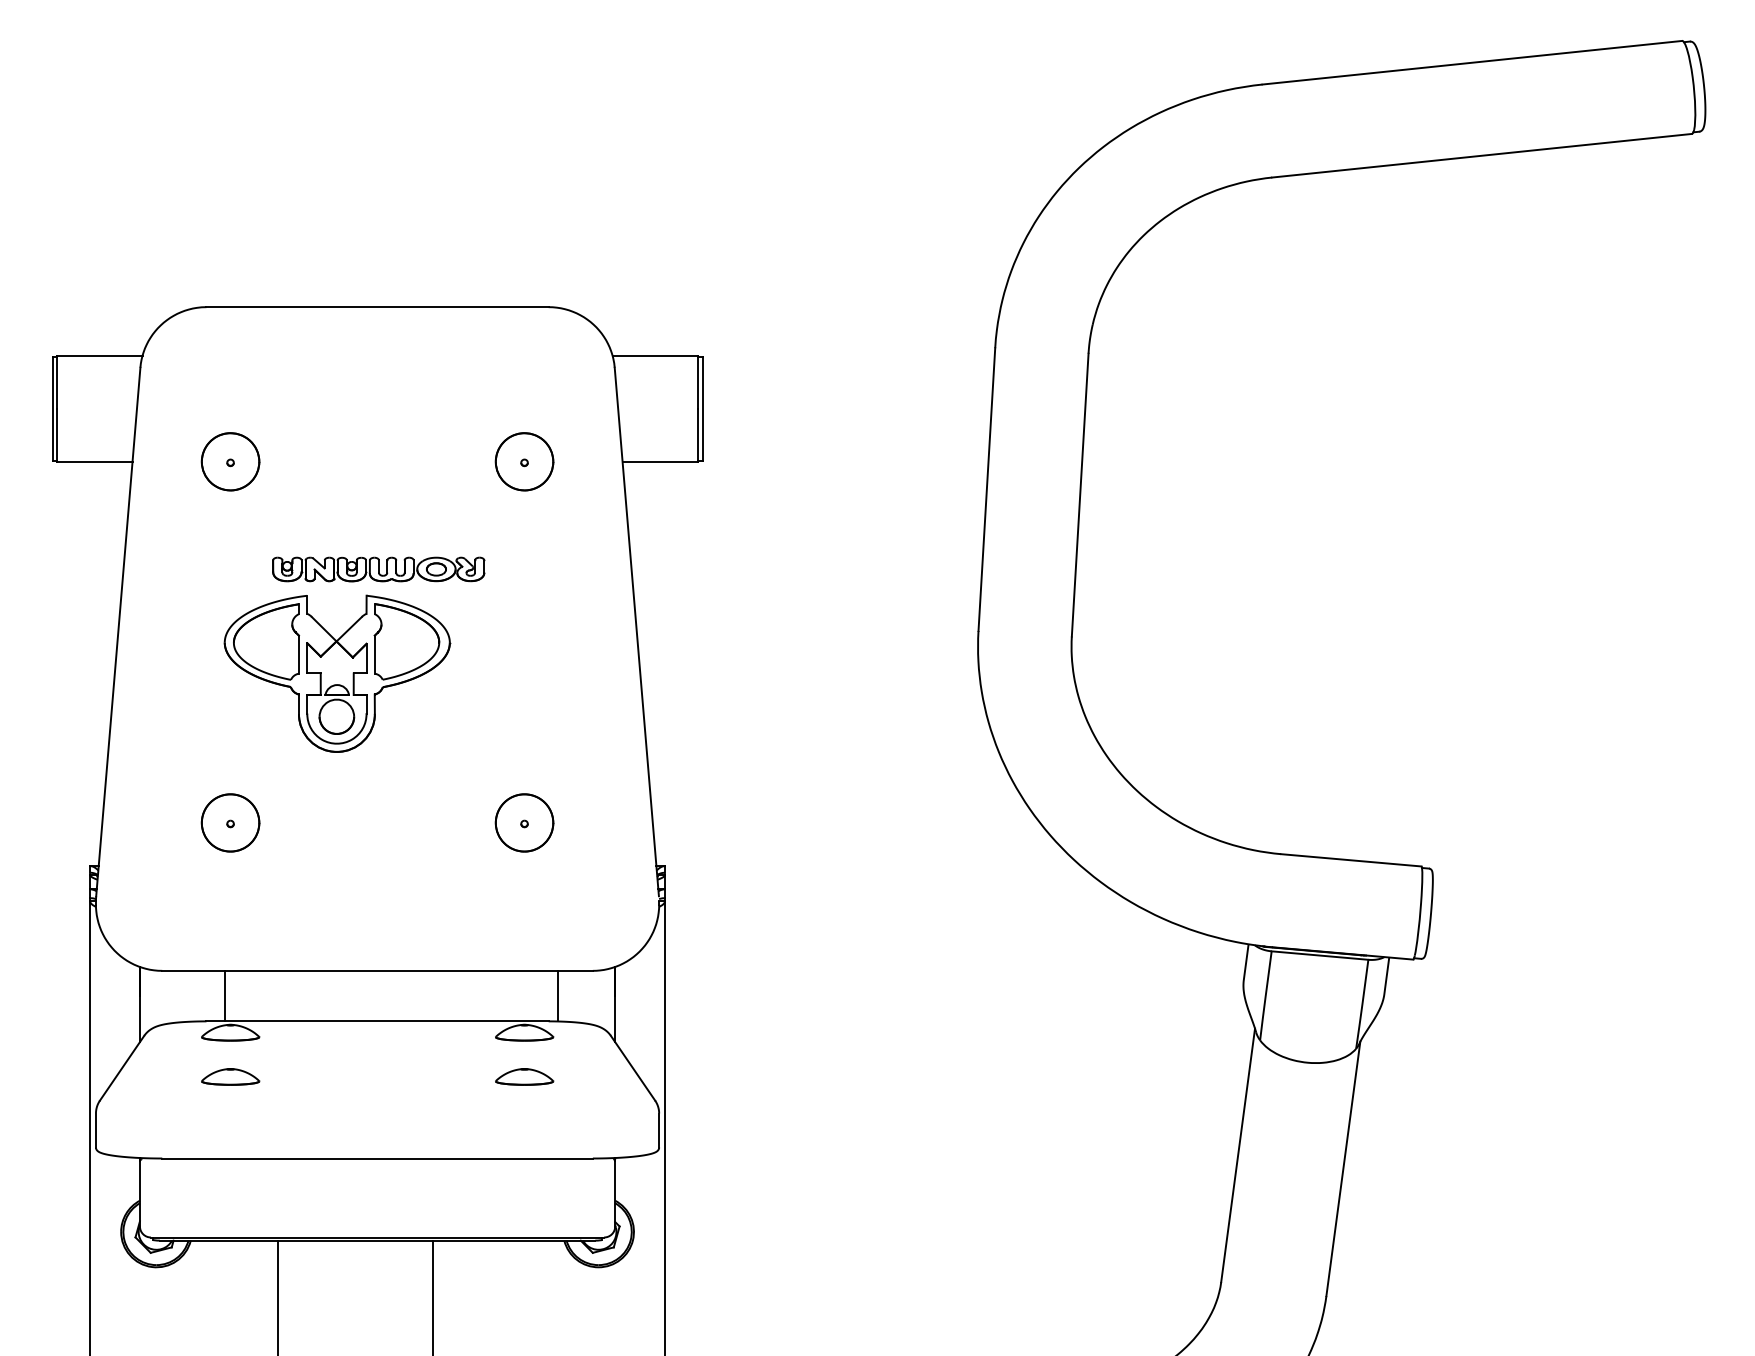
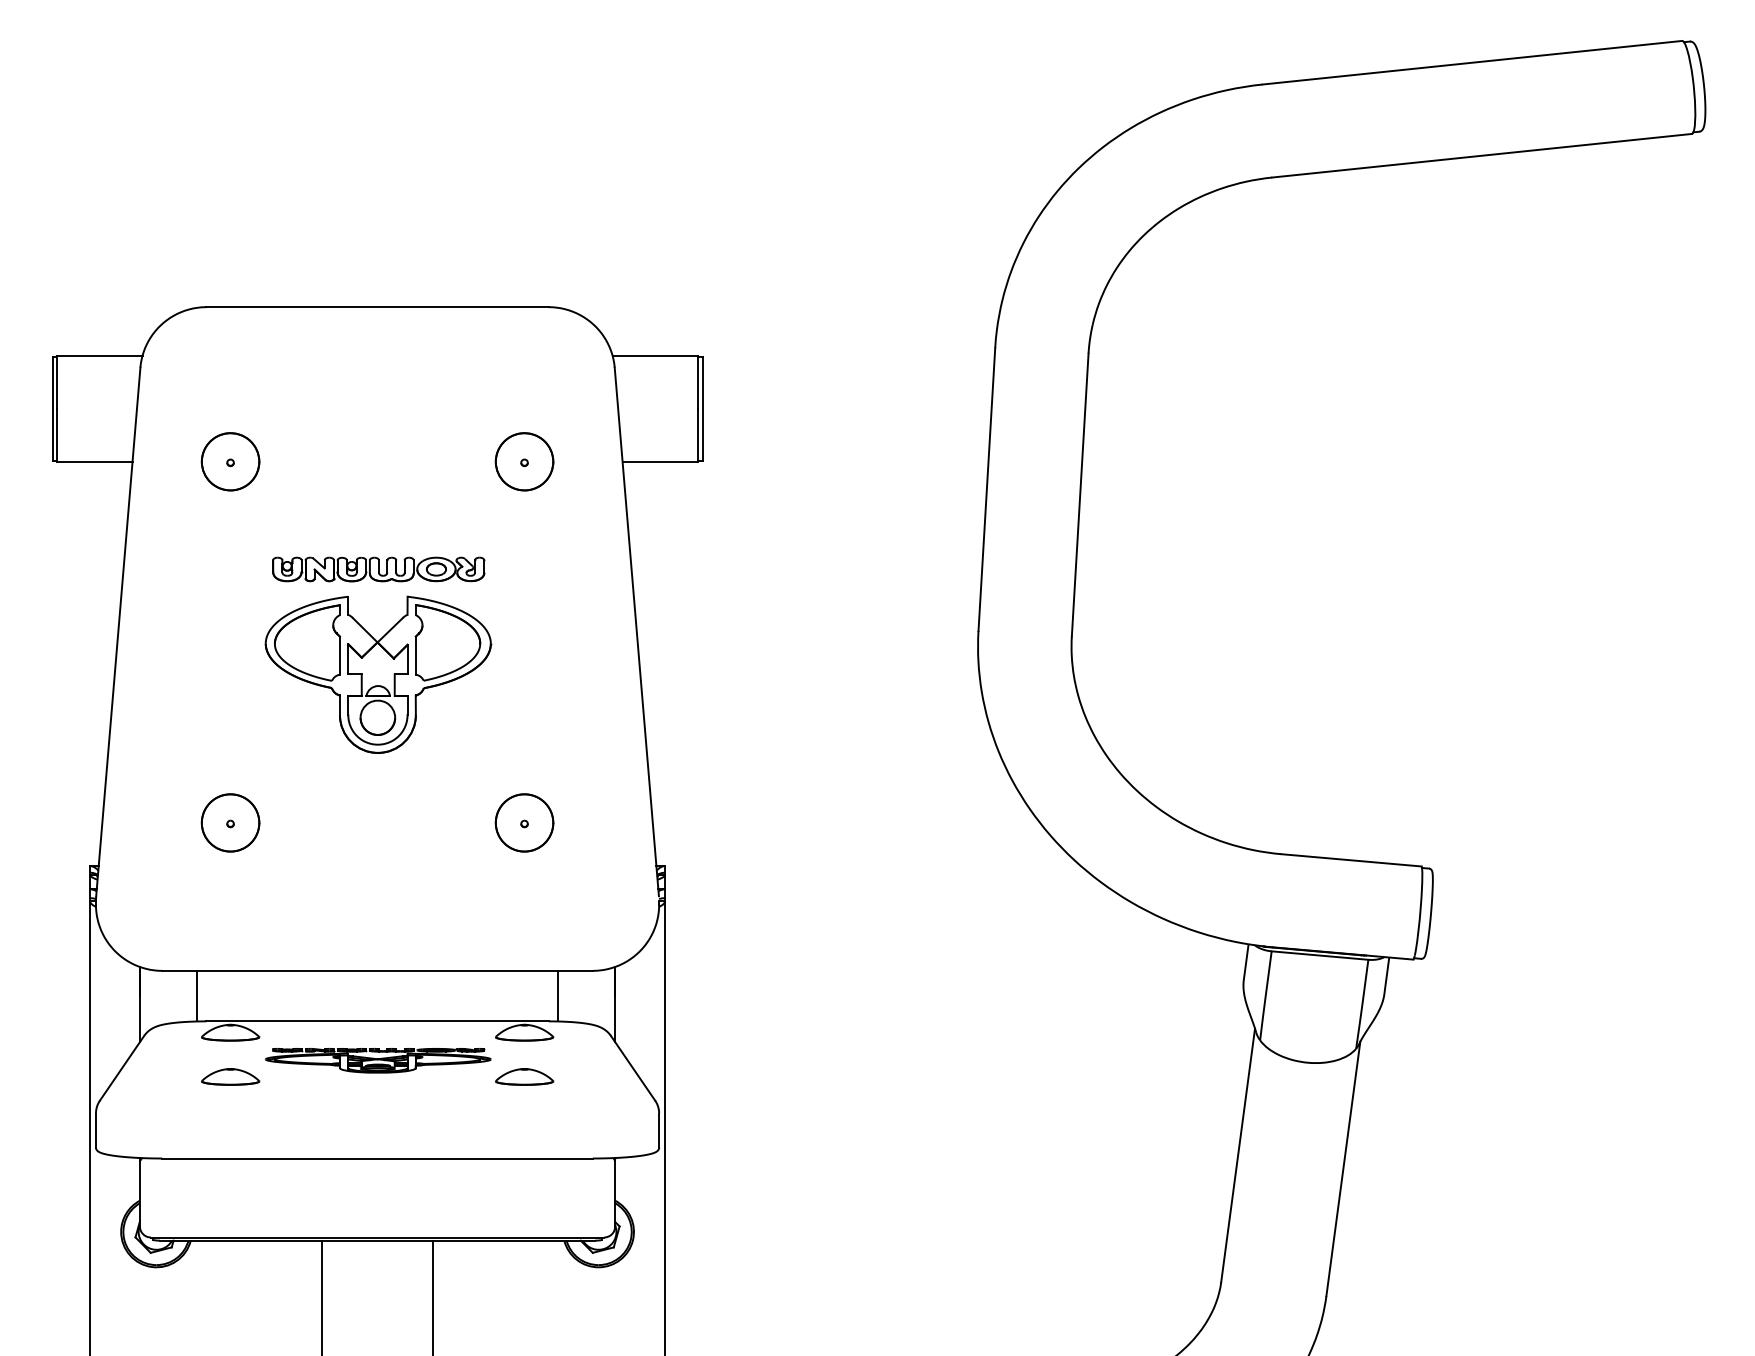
part at (337, 673) position: (337, 673) -> (378, 674)
line at (225, 995) position: (225, 995) -> (197, 995)
part at (377, 1060): none -> present
line at (278, 1296) position: (278, 1296) -> (322, 1296)
